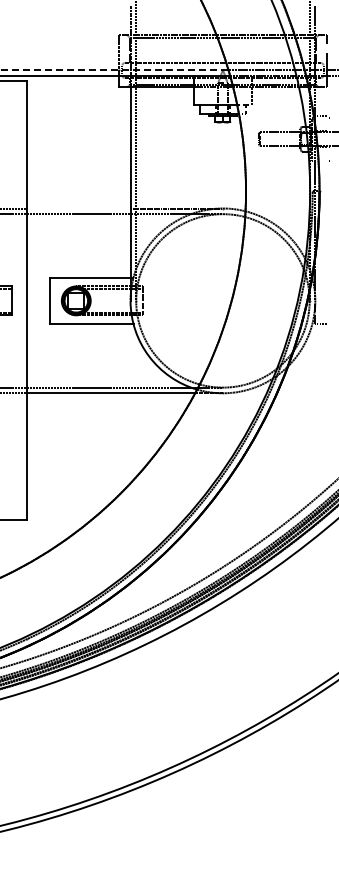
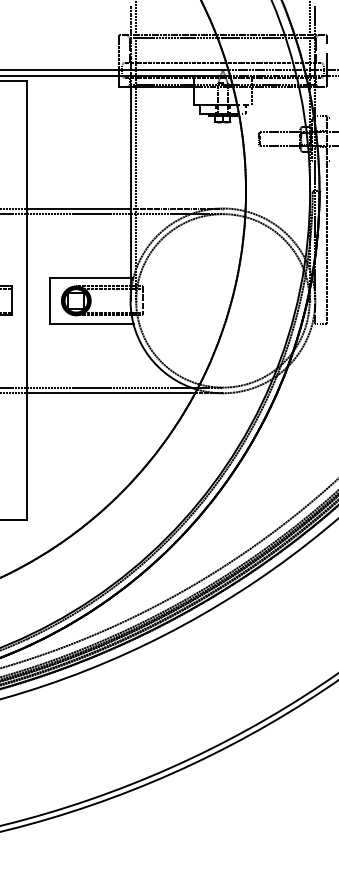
line at (114, 69): dashed -> solid
line at (78, 208): none -> present
line at (326, 220): none -> present
